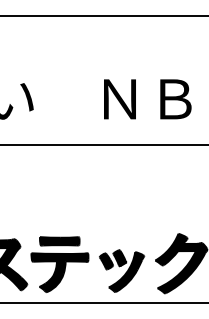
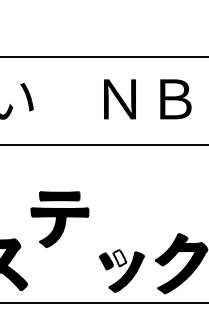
line at (103, 16) position: (103, 16) -> (103, 57)
fill at (119, 258): present -> none
part at (59, 264) position: (59, 264) -> (59, 219)
